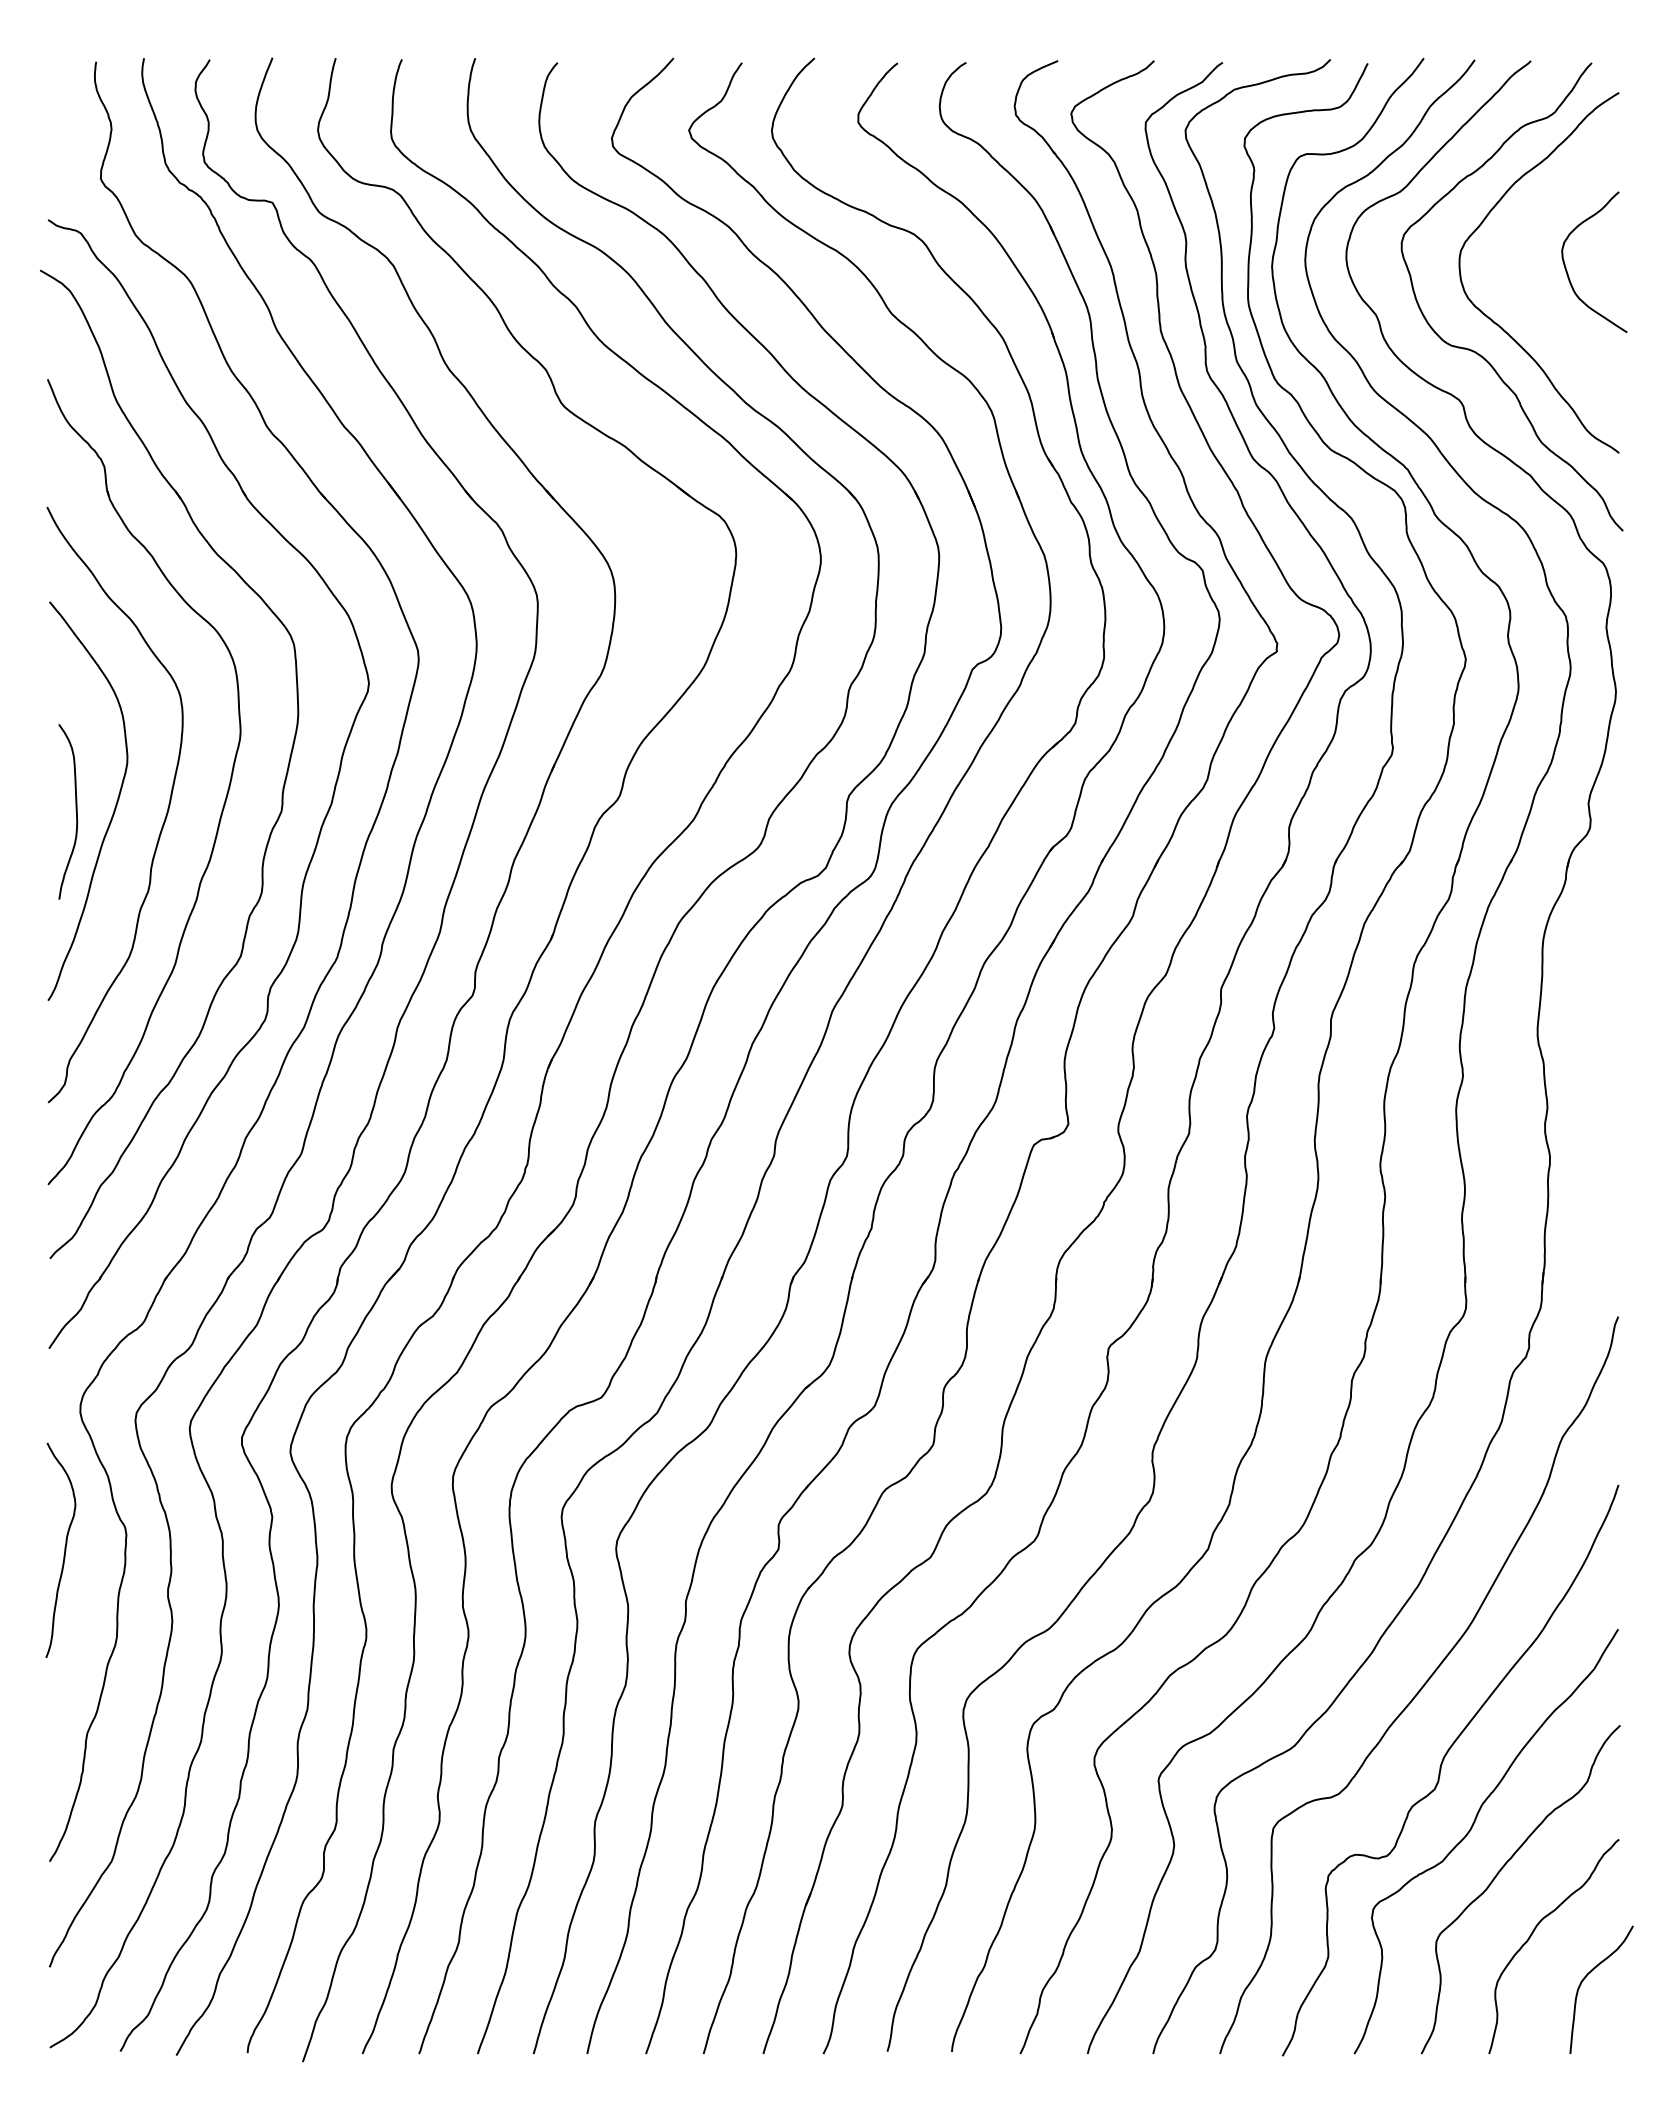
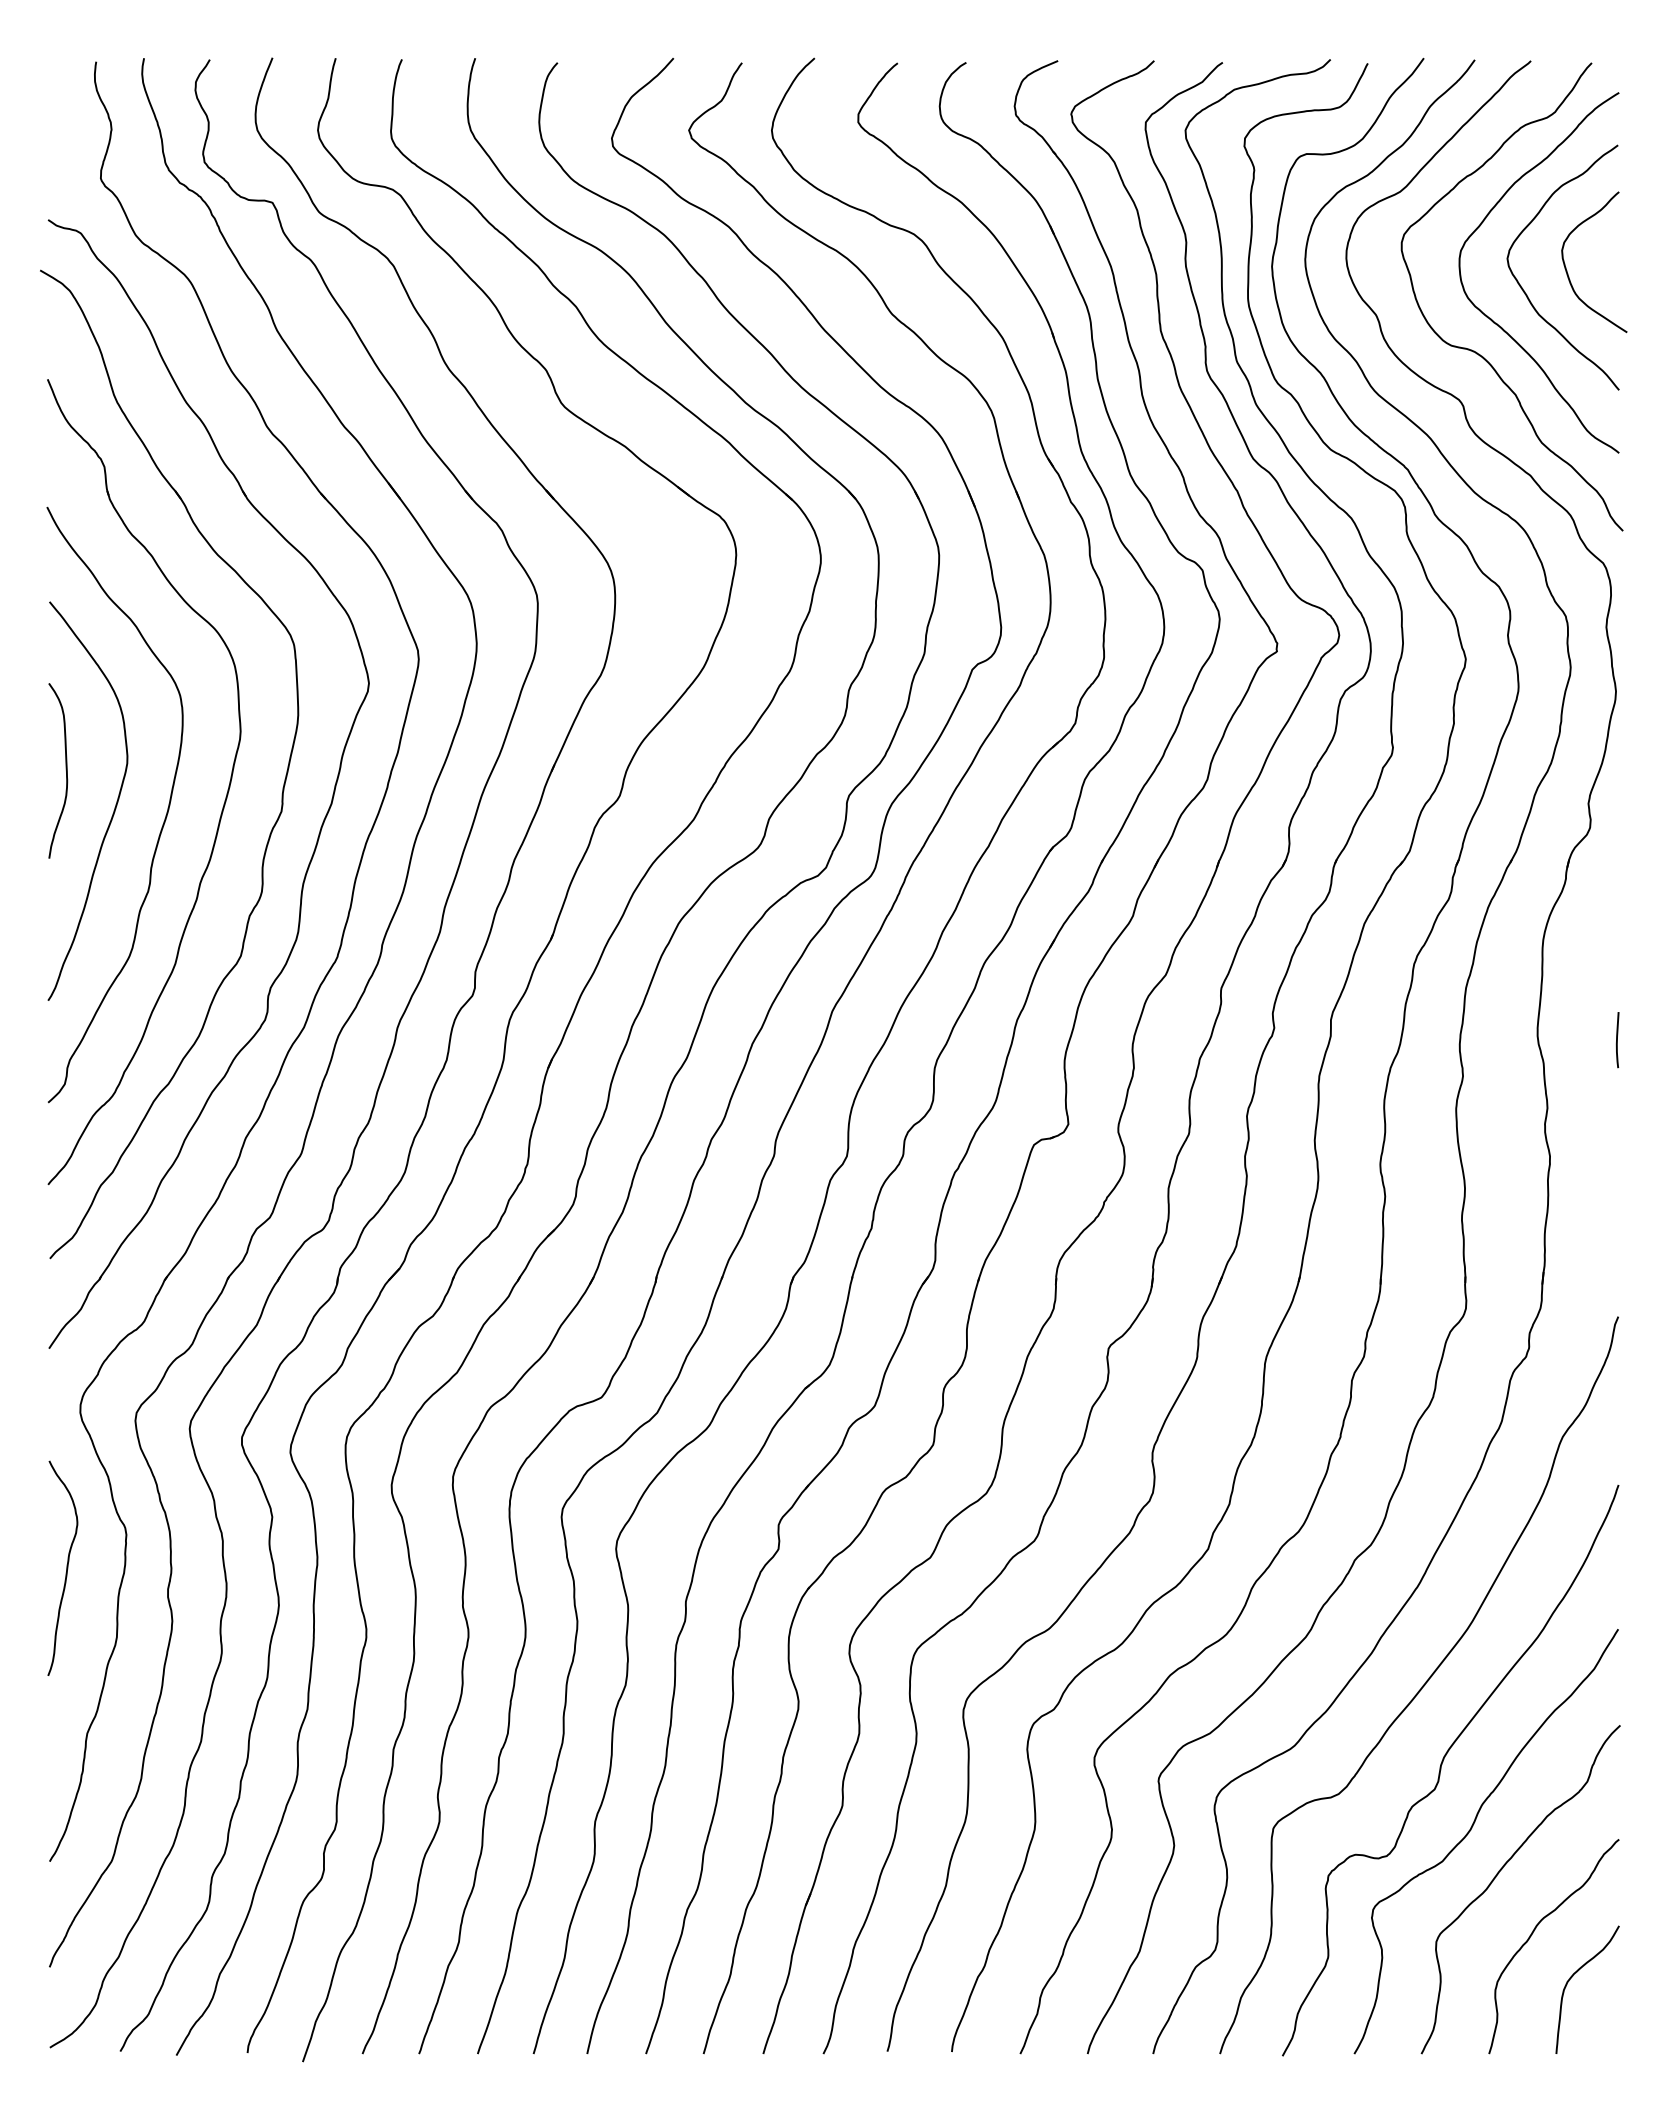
curve at (1525, 291): none -> present
curve at (75, 810) position: (75, 810) -> (65, 769)
curve at (1617, 1040): none -> present
curve at (64, 1549) position: (64, 1549) -> (66, 1567)
curve at (1587, 1976) position: (1587, 1976) -> (1573, 1976)
